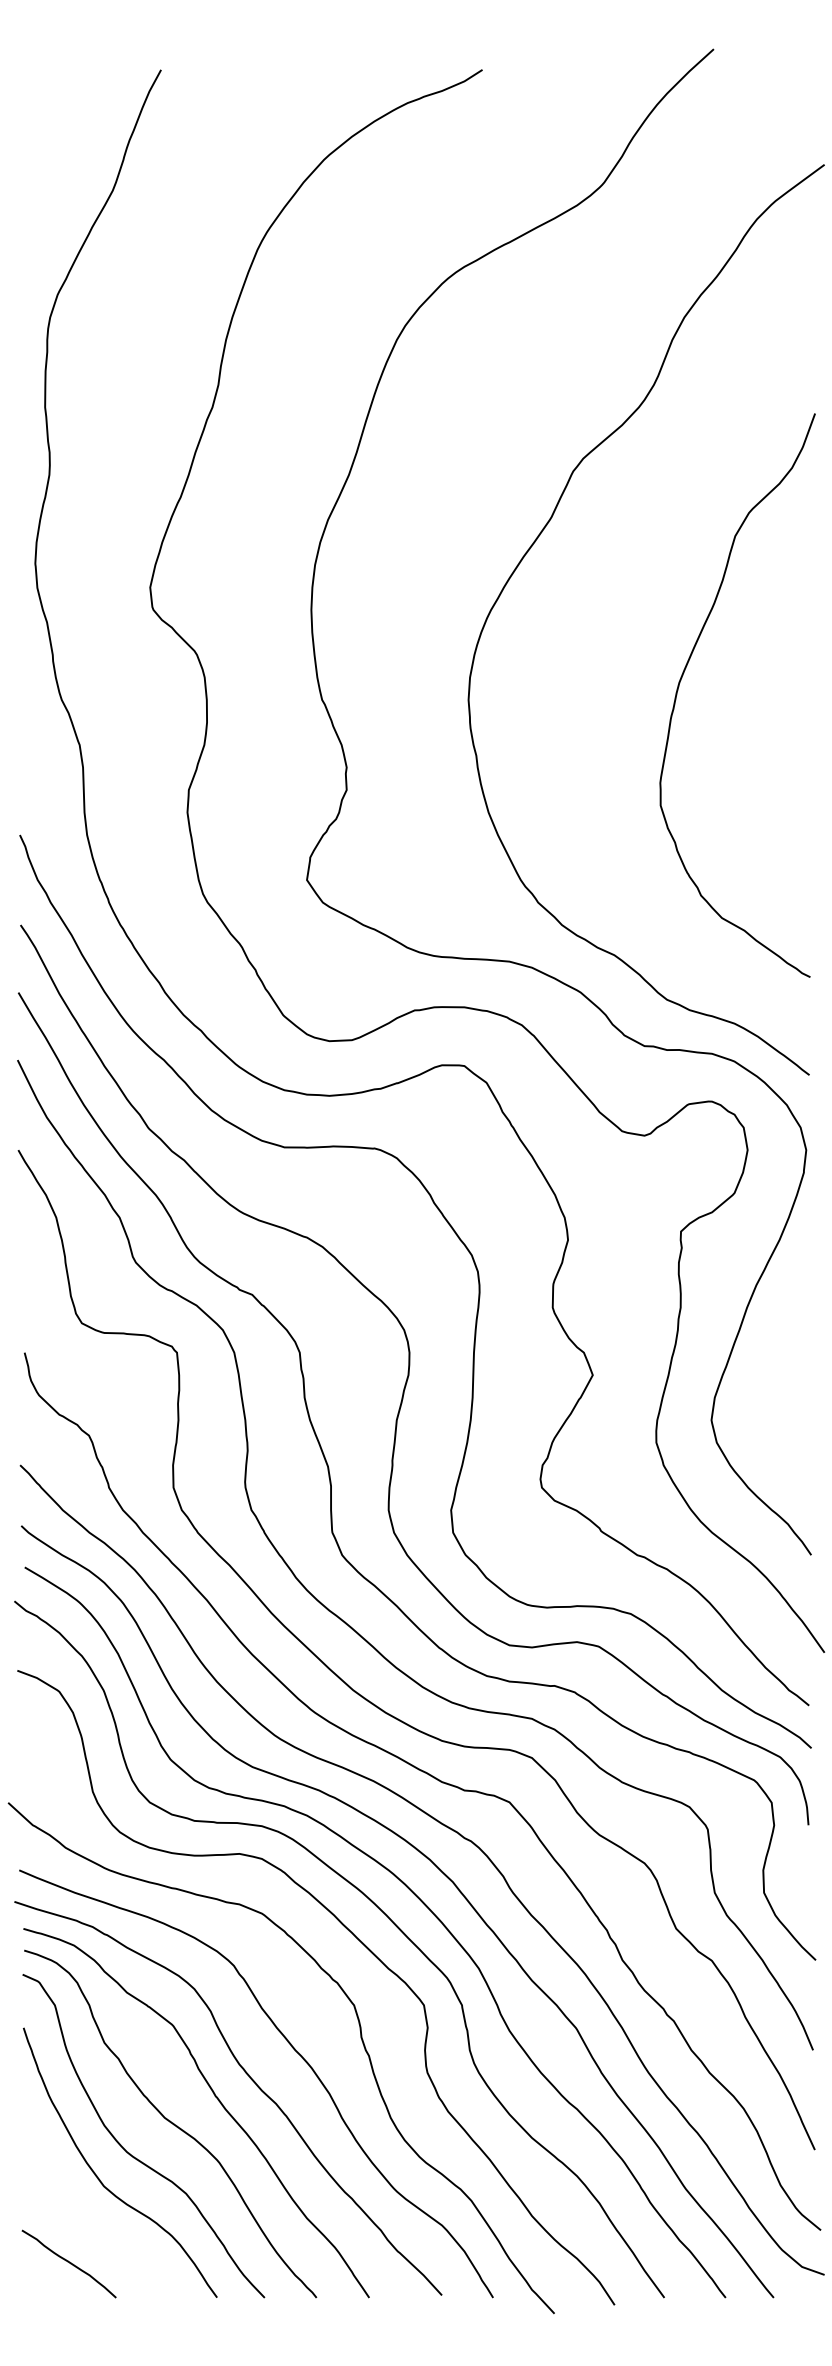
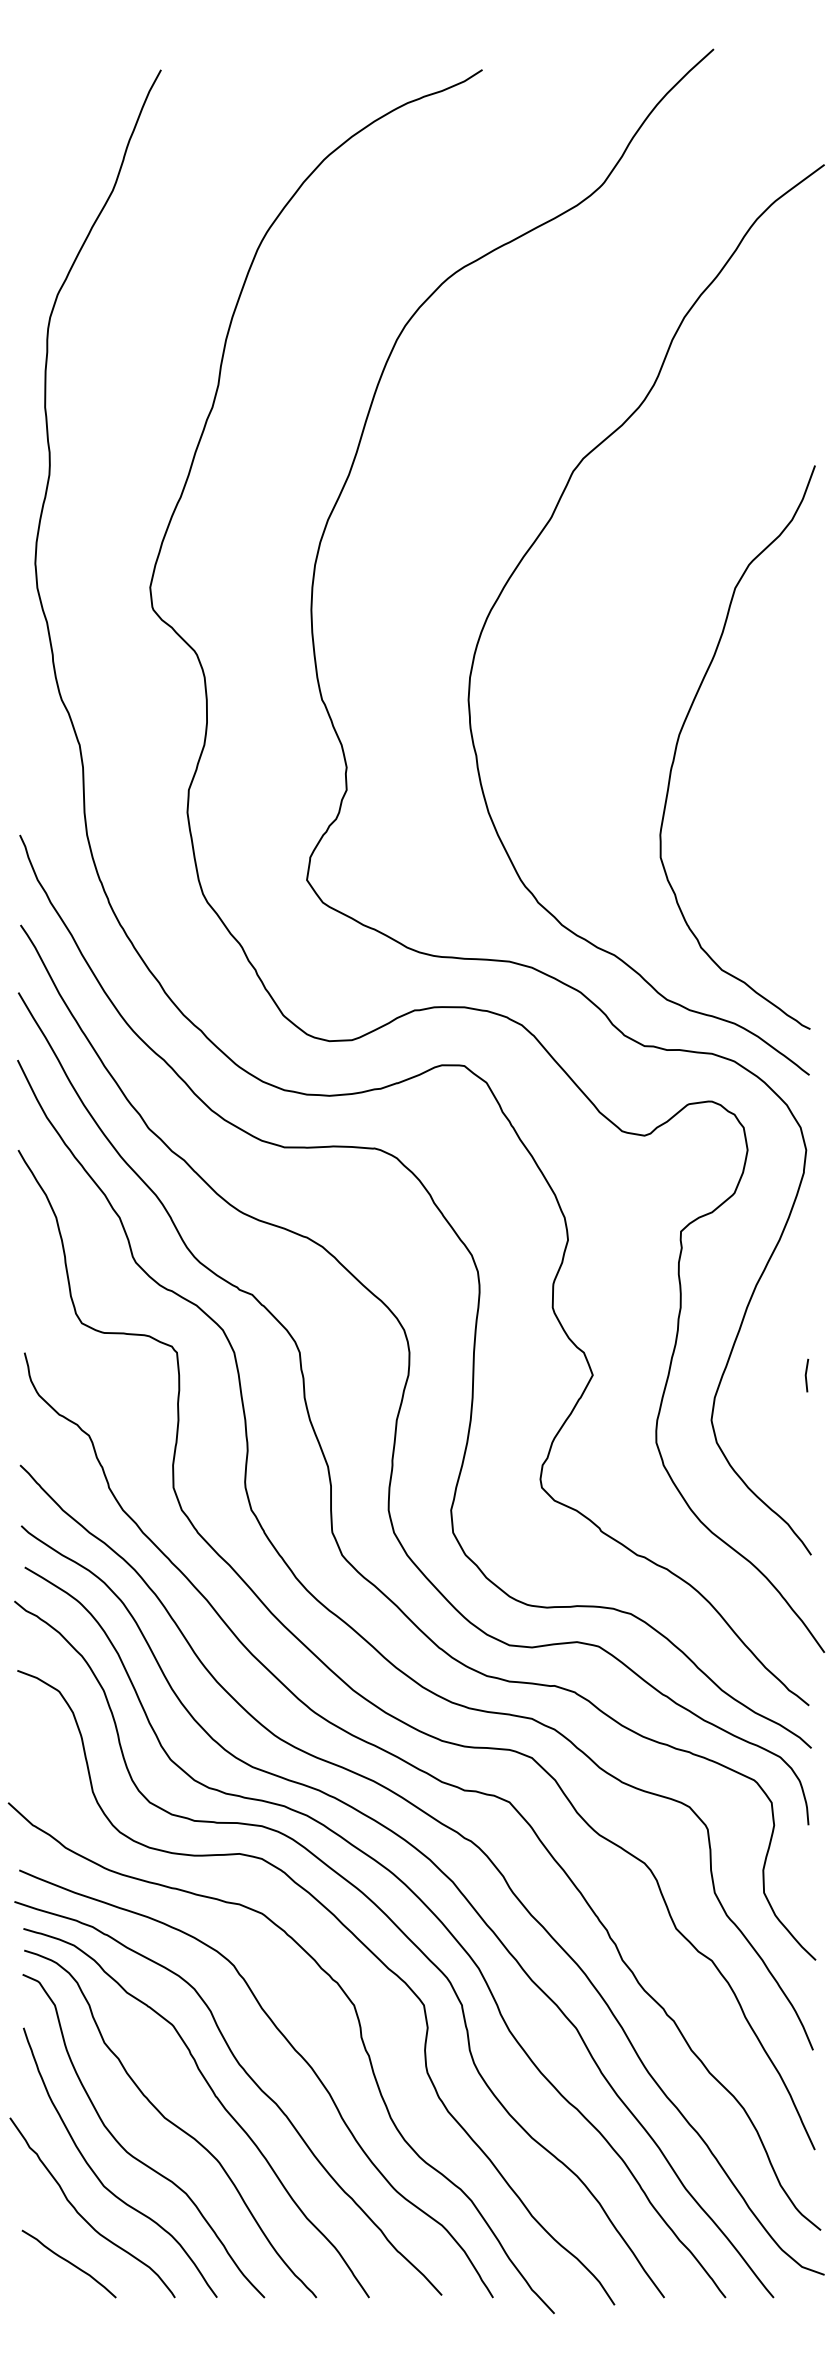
curve at (684, 673) position: (684, 673) -> (684, 725)
line at (806, 1375): none -> present
curve at (82, 2216): none -> present
